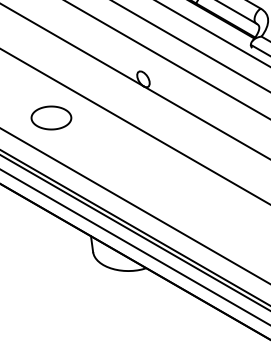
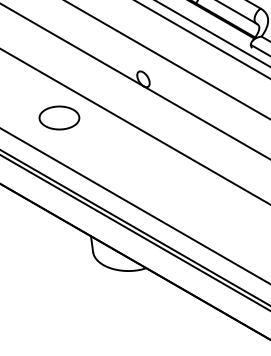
line at (190, 46) position: (190, 46) -> (202, 39)
part at (51, 117) position: (51, 117) -> (59, 117)
line at (134, 246): present -> none
